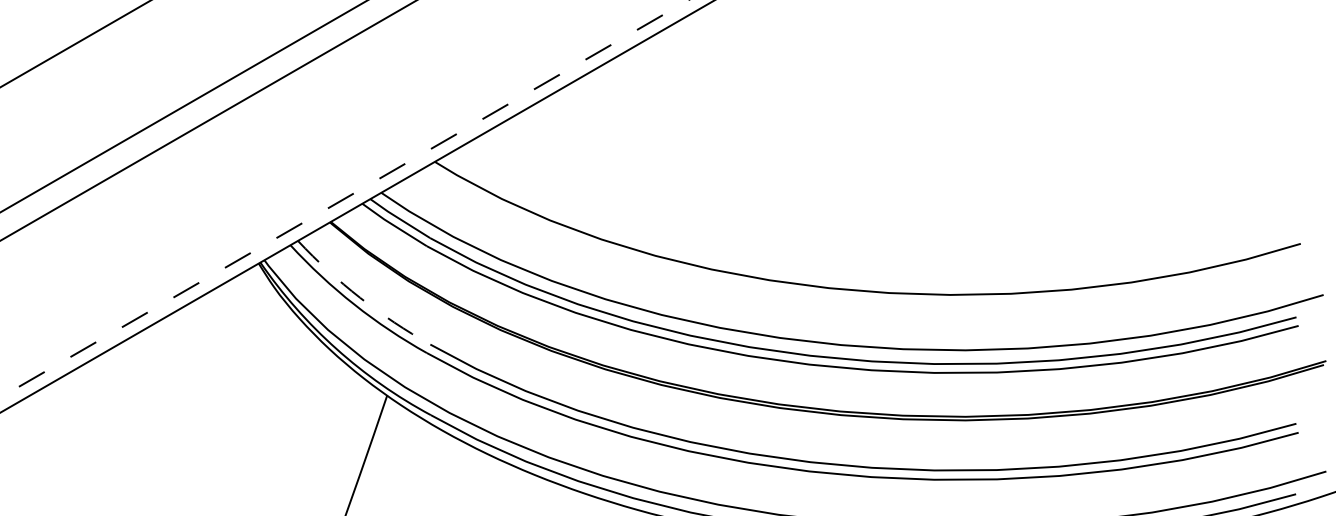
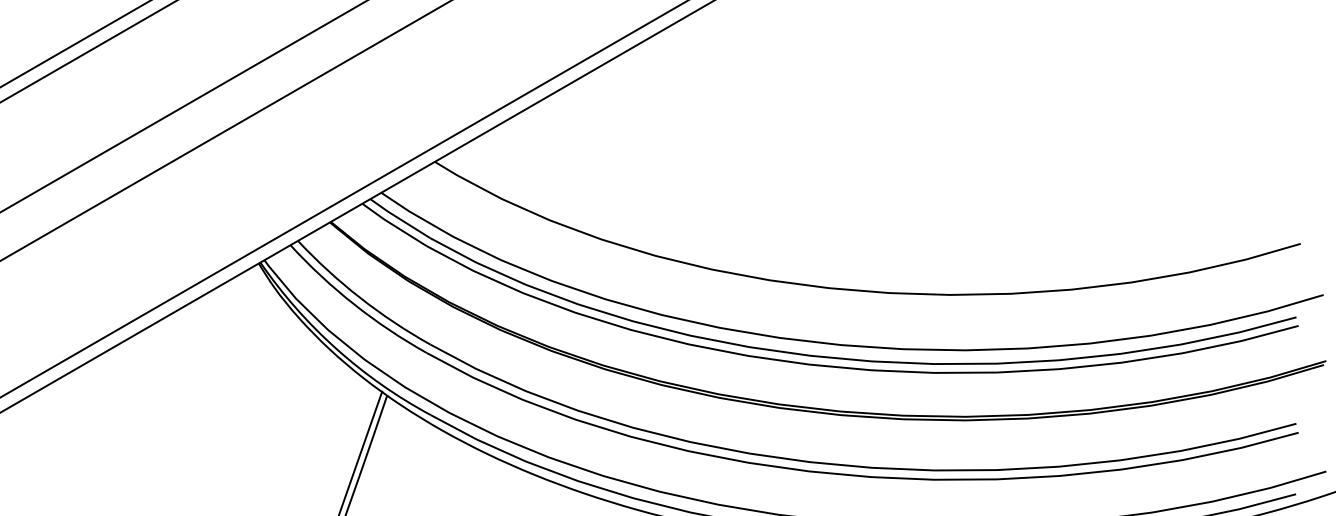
line at (87, 51): none -> present
line at (207, 120) position: (207, 120) -> (225, 130)
line at (344, 198): dashed -> solid
arc at (360, 297): dashed -> solid
line at (361, 451): none -> present
